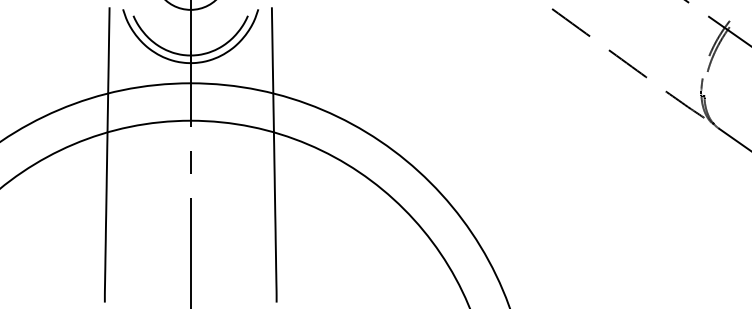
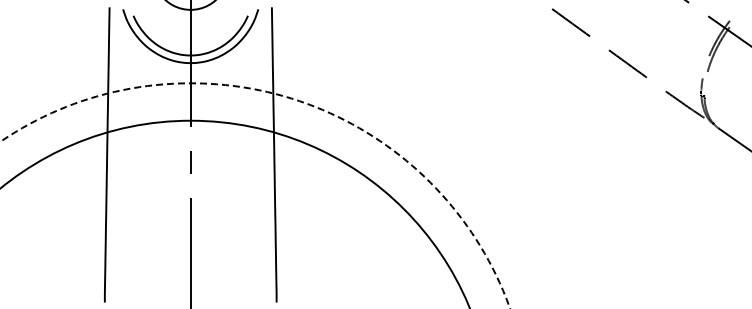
circle at (254, 195): solid -> dashed
